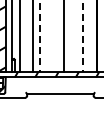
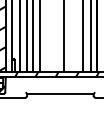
line at (39, 35): dashed -> solid
line at (82, 35): dashed -> solid
line at (26, 36): none -> present
line at (91, 36): none -> present
